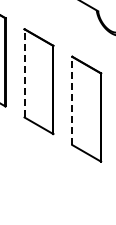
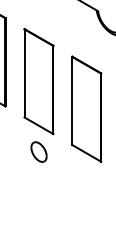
line at (24, 72): dashed -> solid
line at (72, 100): dashed -> solid
part at (38, 151): none -> present
